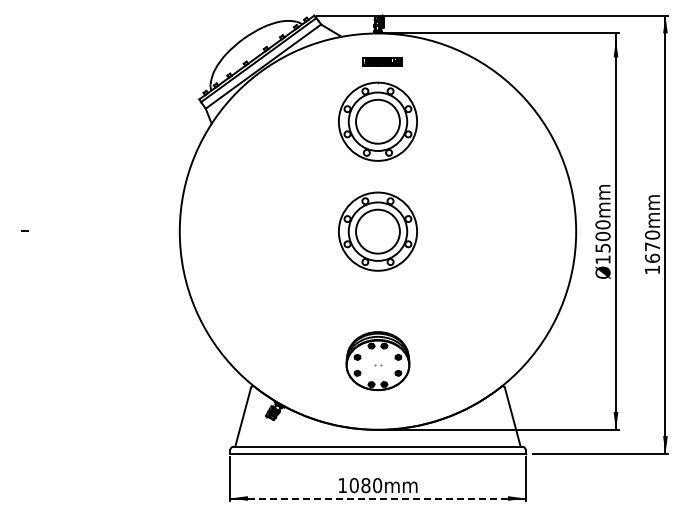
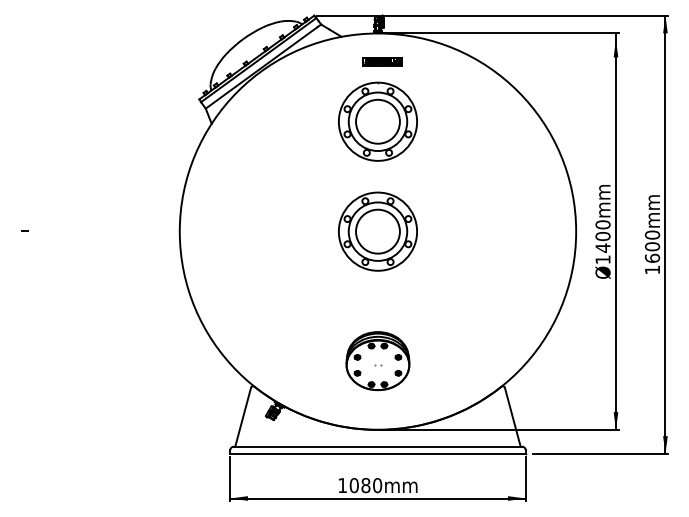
text at (652, 246): 1670mm -> 1600mm
text at (602, 247): Ø1500mm -> Ø1400mm
line at (377, 498): dashed -> solid
